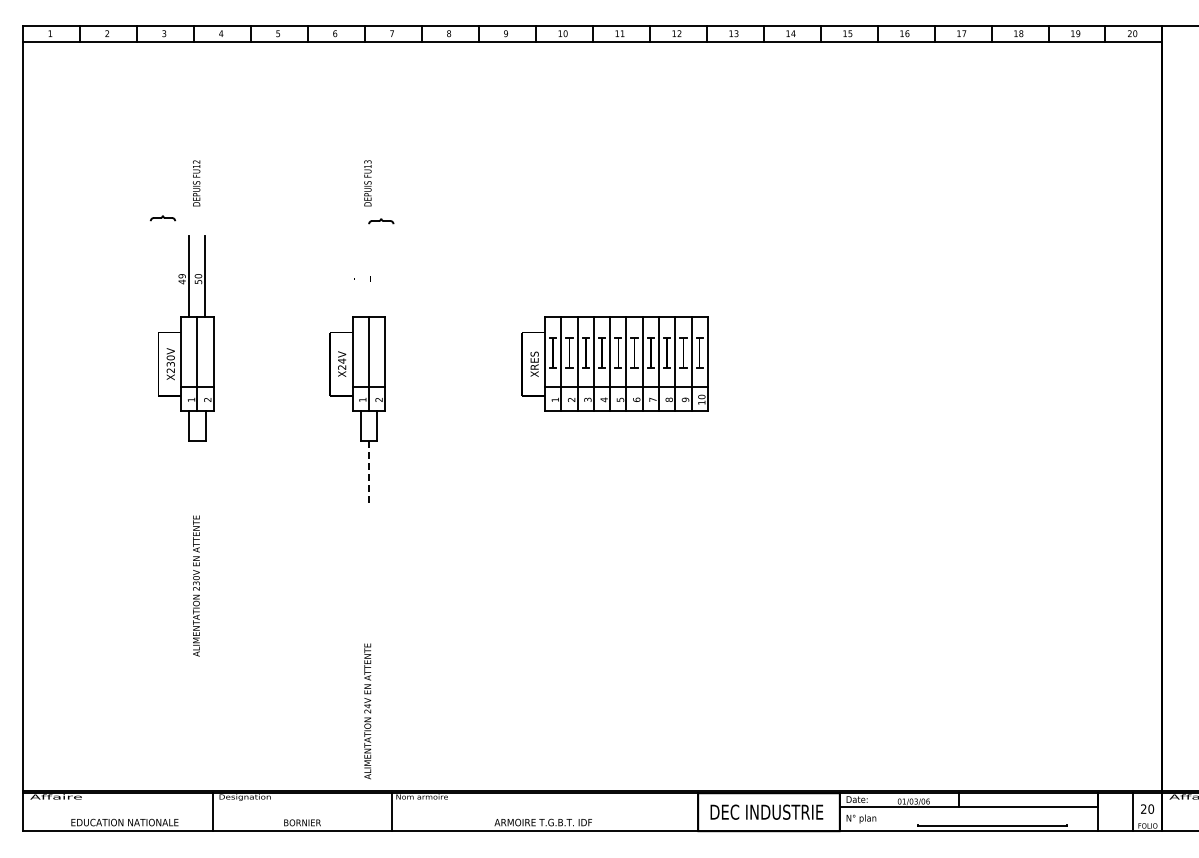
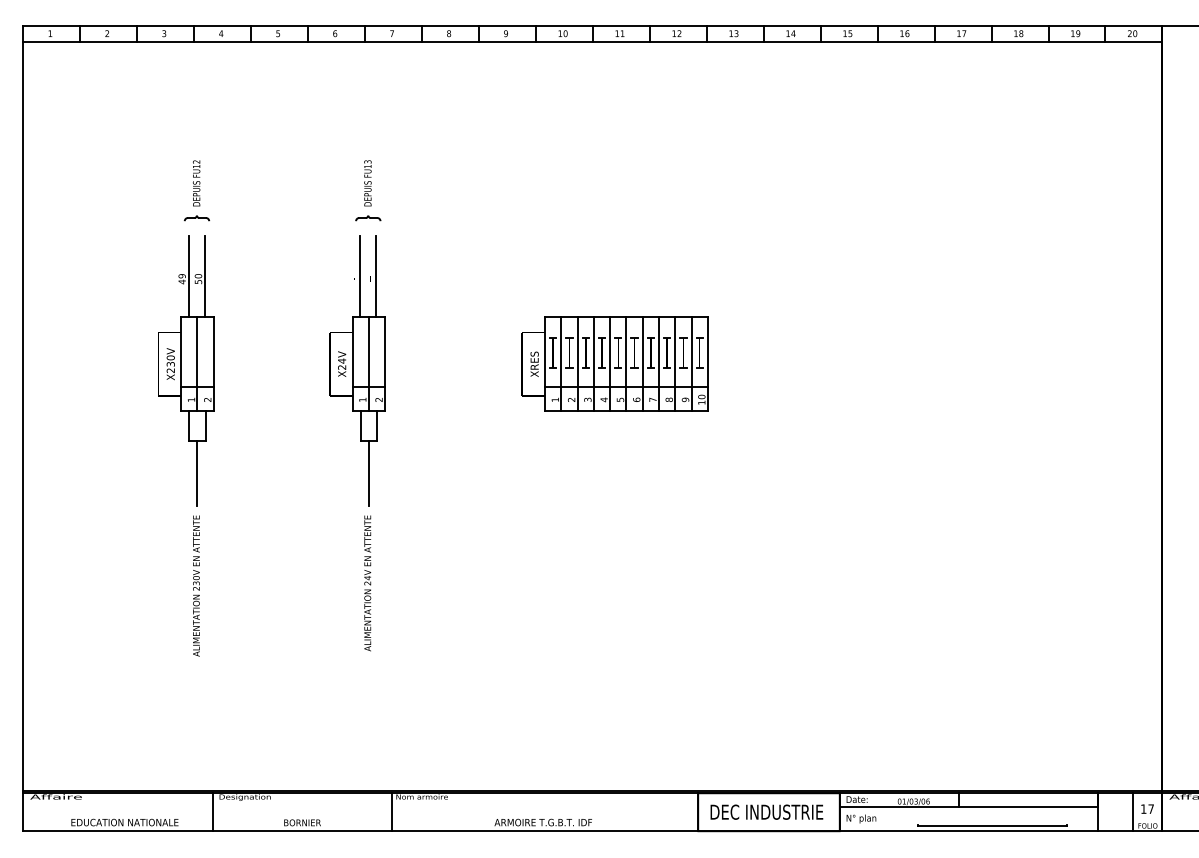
part at (162, 218) position: (162, 218) -> (196, 218)
part at (381, 221) position: (381, 221) -> (368, 218)
line at (360, 276): none -> present
line at (376, 276): none -> present
line at (197, 472): none -> present
line at (368, 473): dashed -> solid
text at (367, 711) position: (367, 711) -> (367, 583)
text at (1147, 808): 20 -> 17
